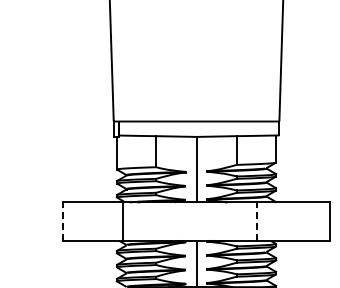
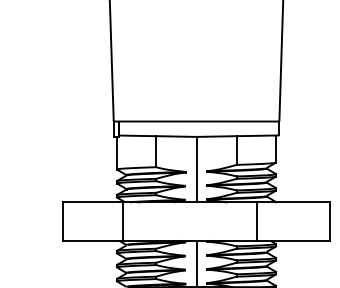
line at (62, 221): dashed -> solid
line at (256, 221): dashed -> solid
